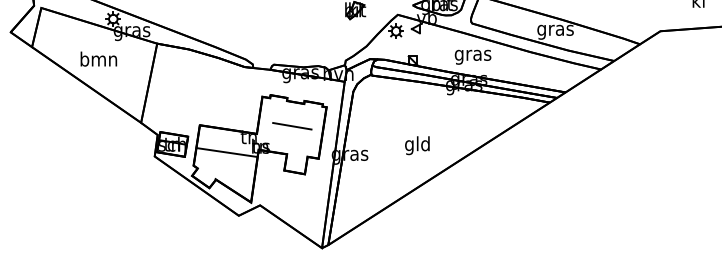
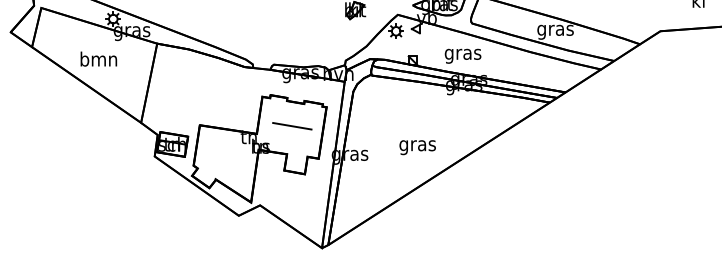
text at (472, 56) position: (472, 56) -> (462, 55)
text at (417, 145): gld -> gras
line at (226, 152): present -> none
